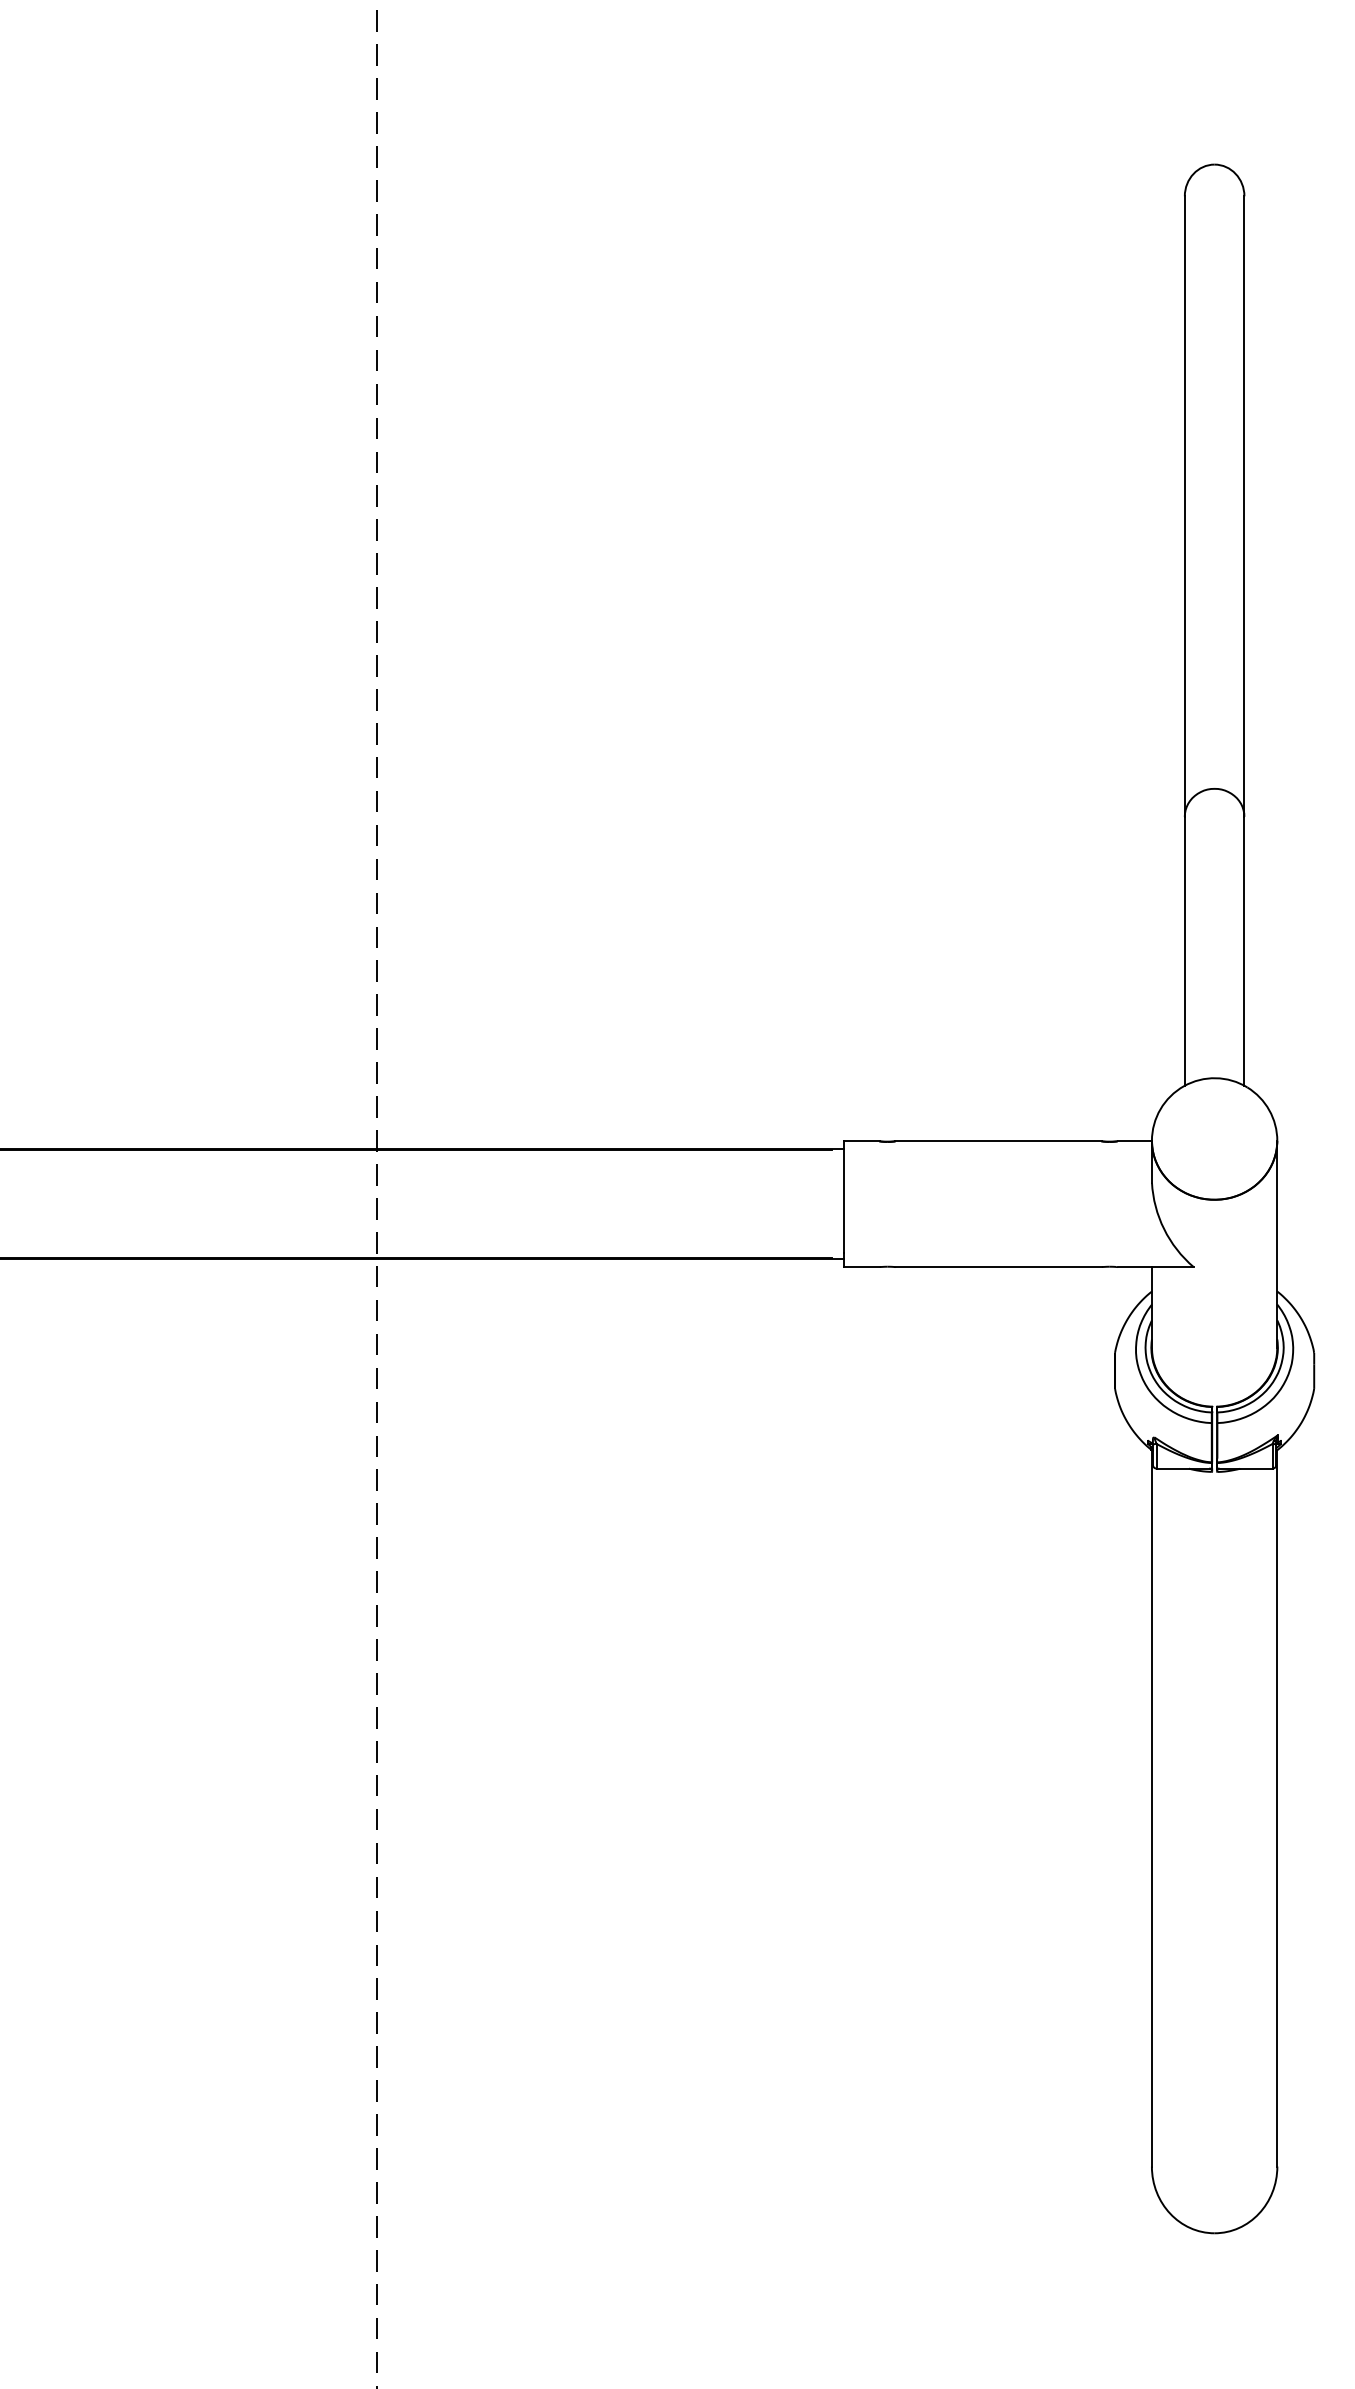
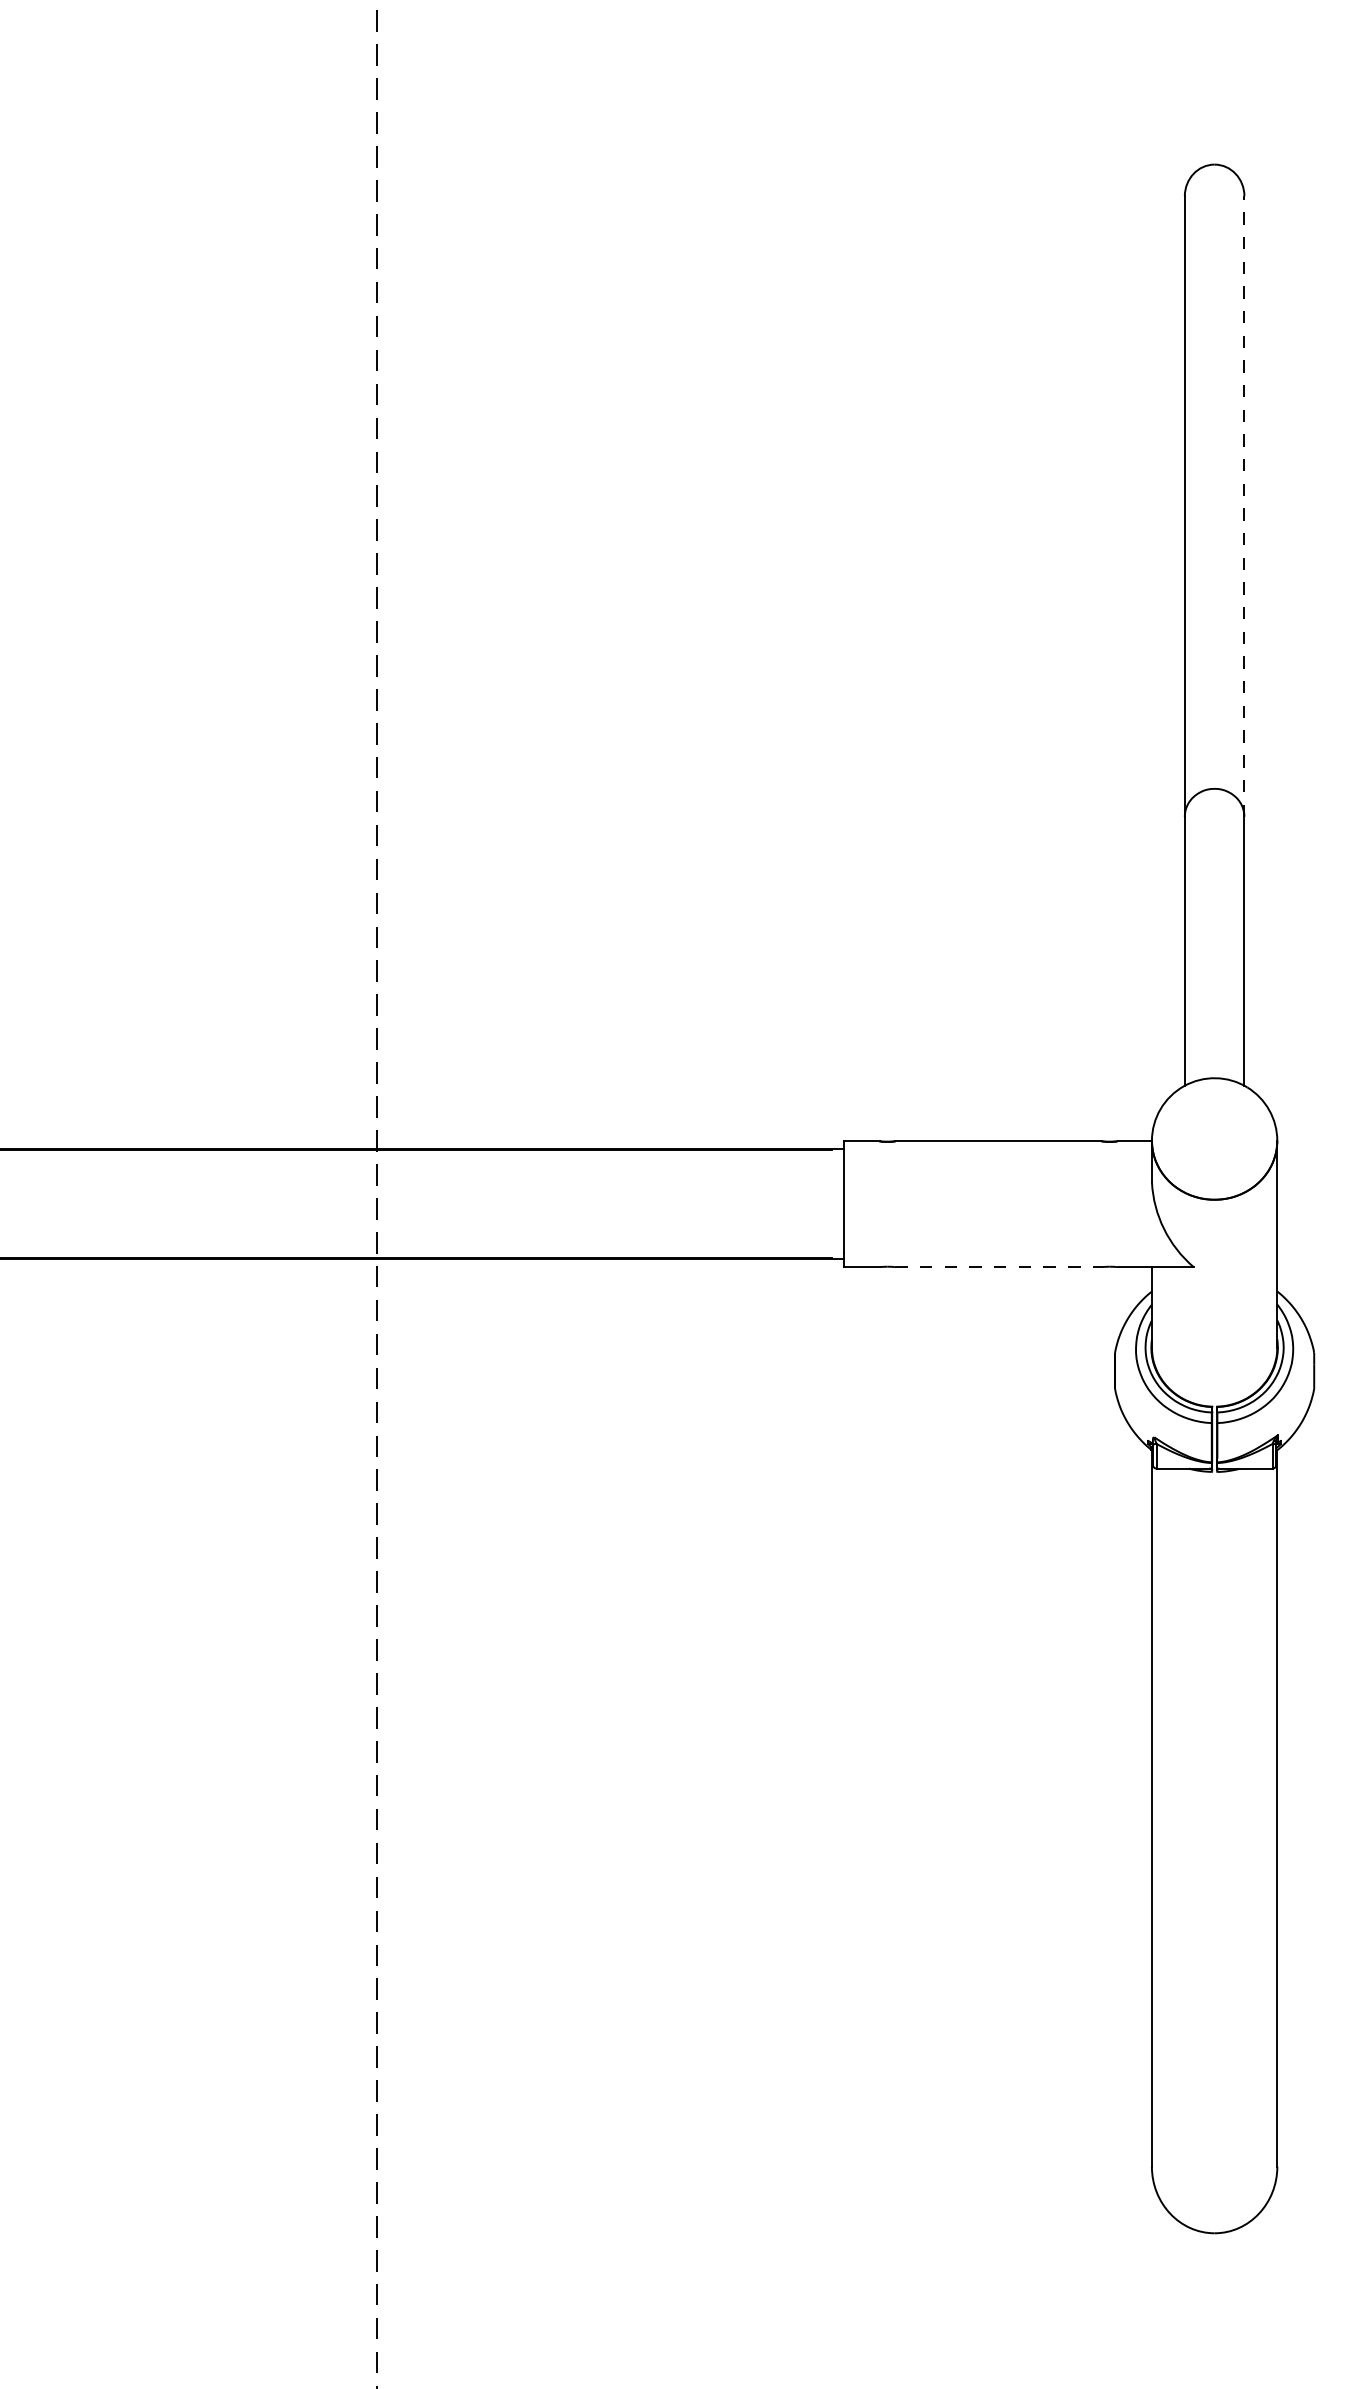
line at (1244, 506): solid -> dashed
line at (999, 1267): solid -> dashed
